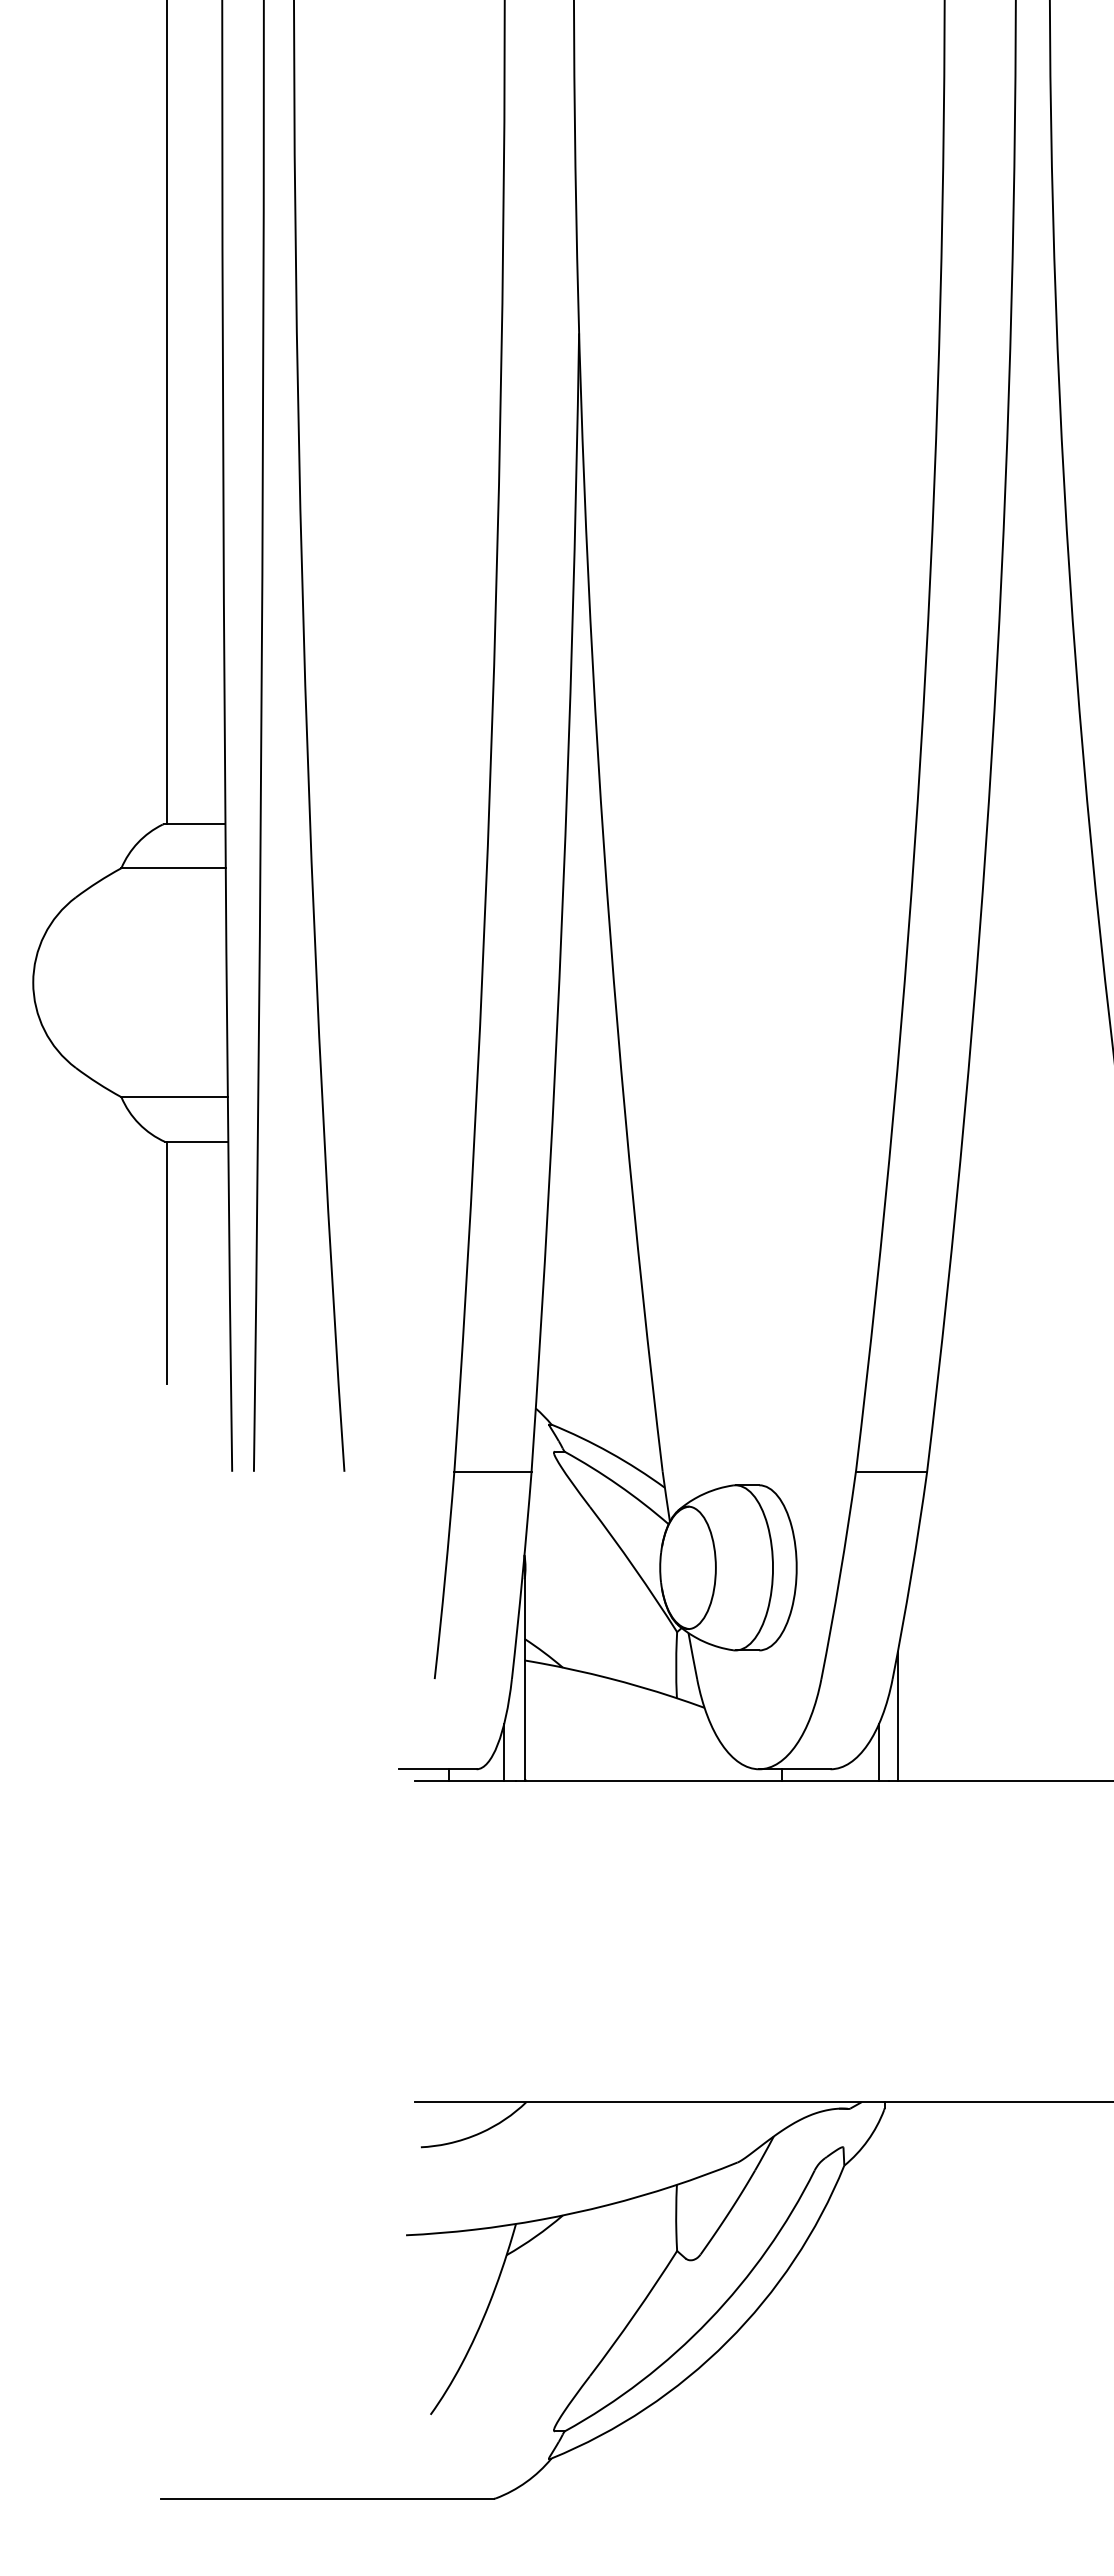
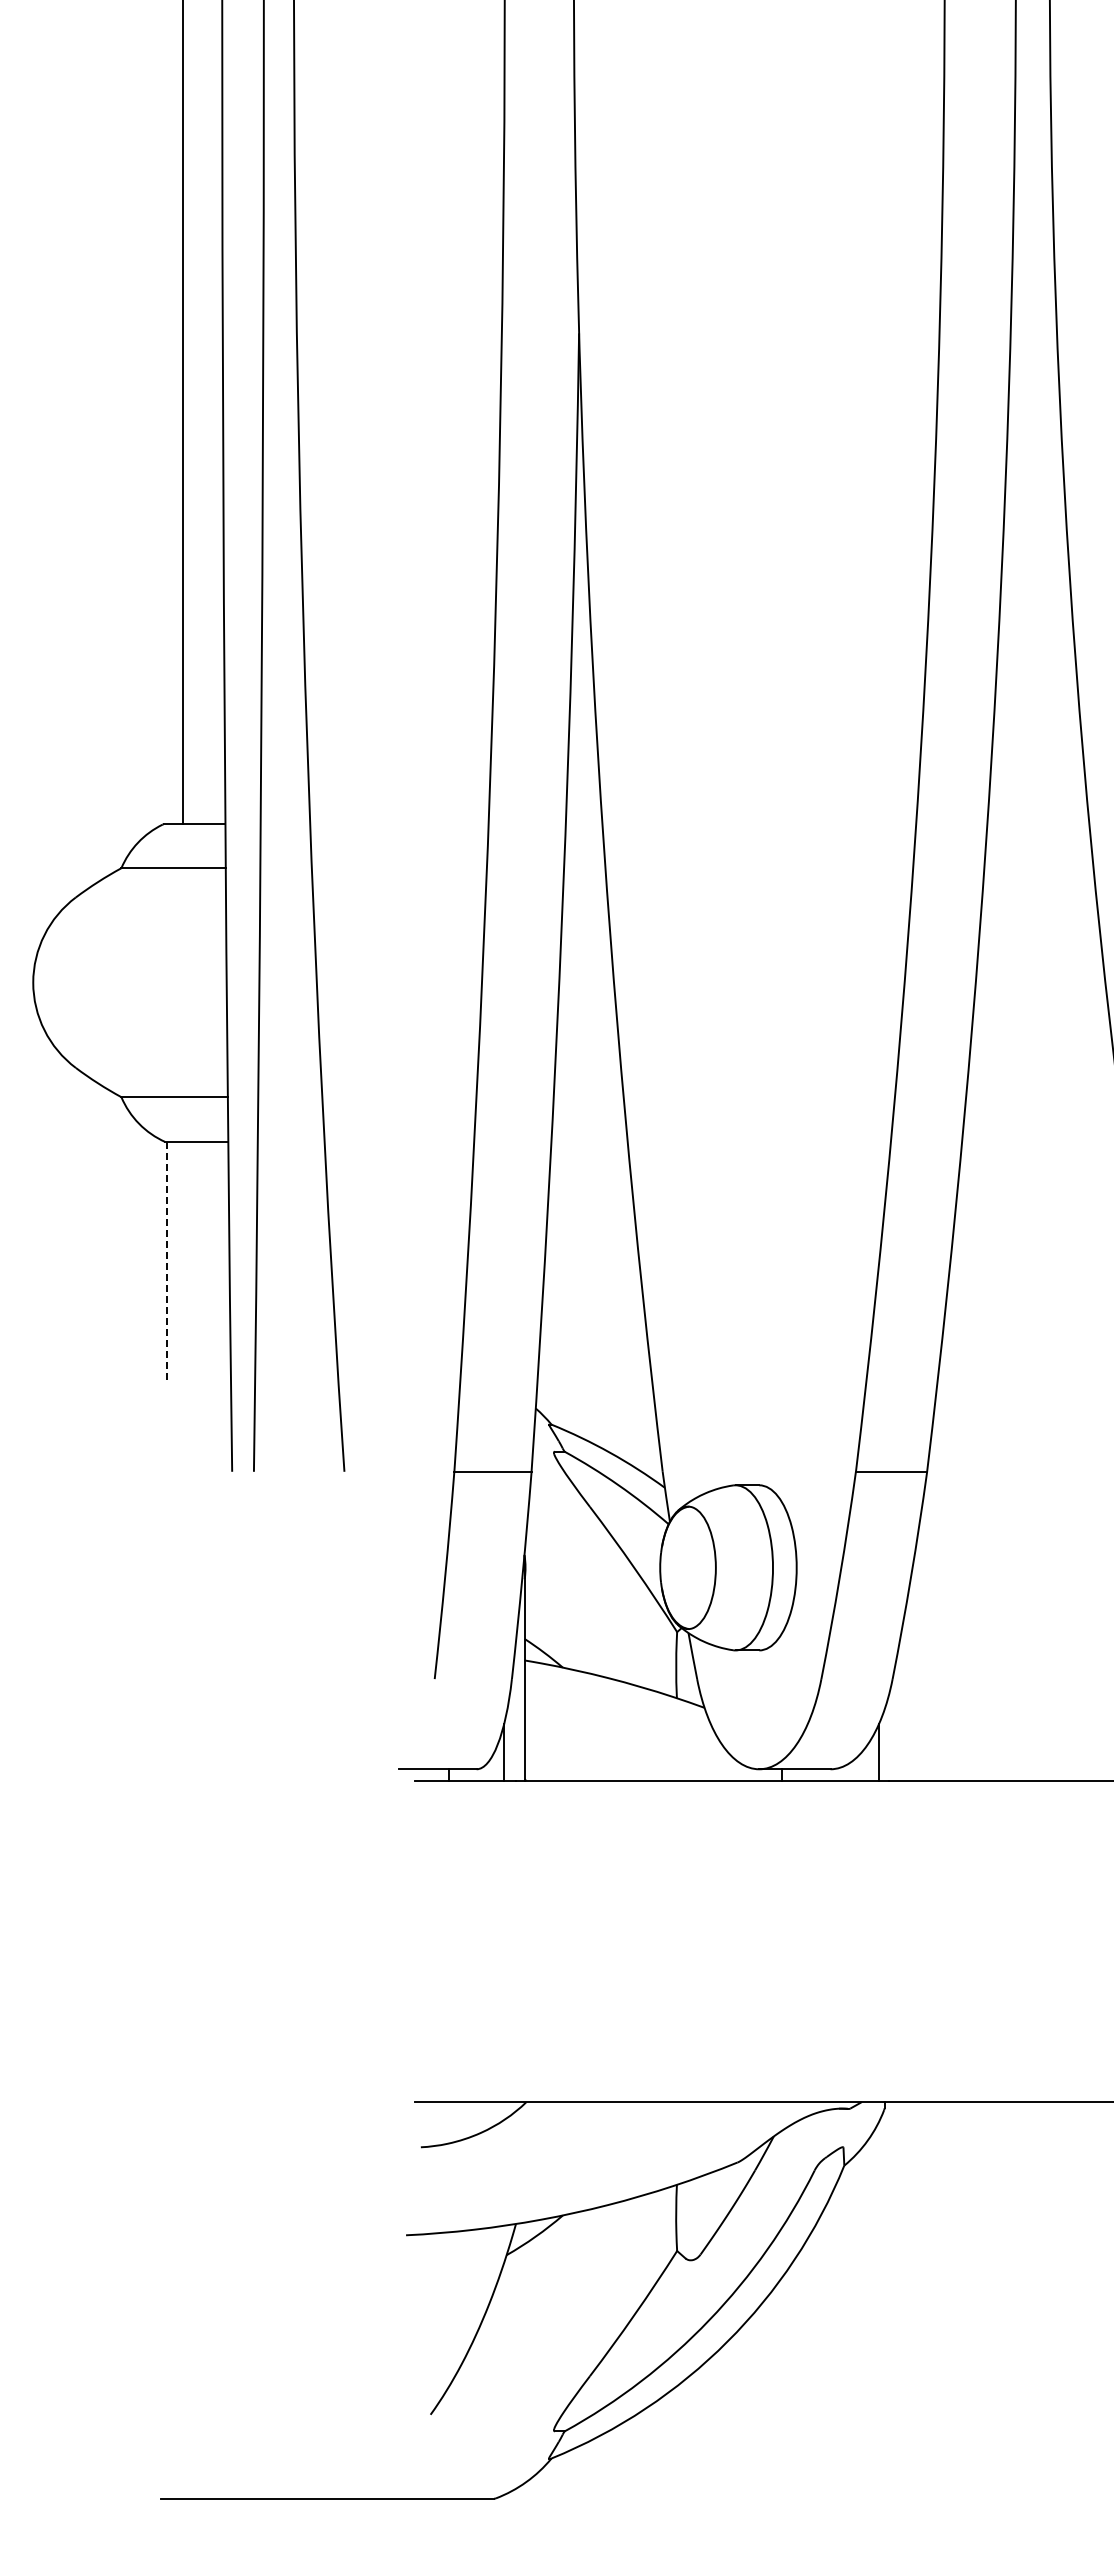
line at (166, 413) position: (166, 413) -> (182, 413)
line at (166, 1263): solid -> dashed
line at (897, 1715): present -> none
